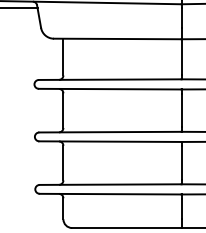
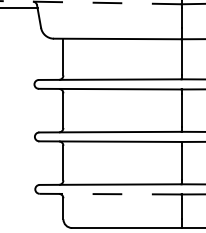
line at (90, 2): solid -> dashed
line at (110, 194): solid -> dashed
